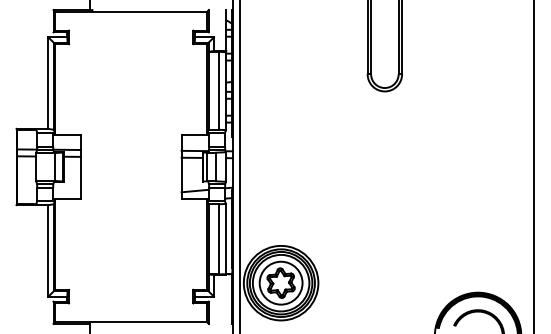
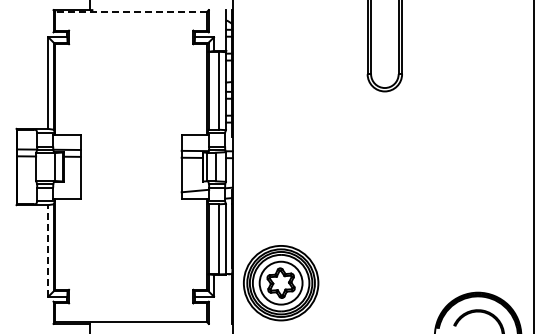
line at (131, 11): solid -> dashed
line at (239, 166): present -> none
line at (48, 250): solid -> dashed
